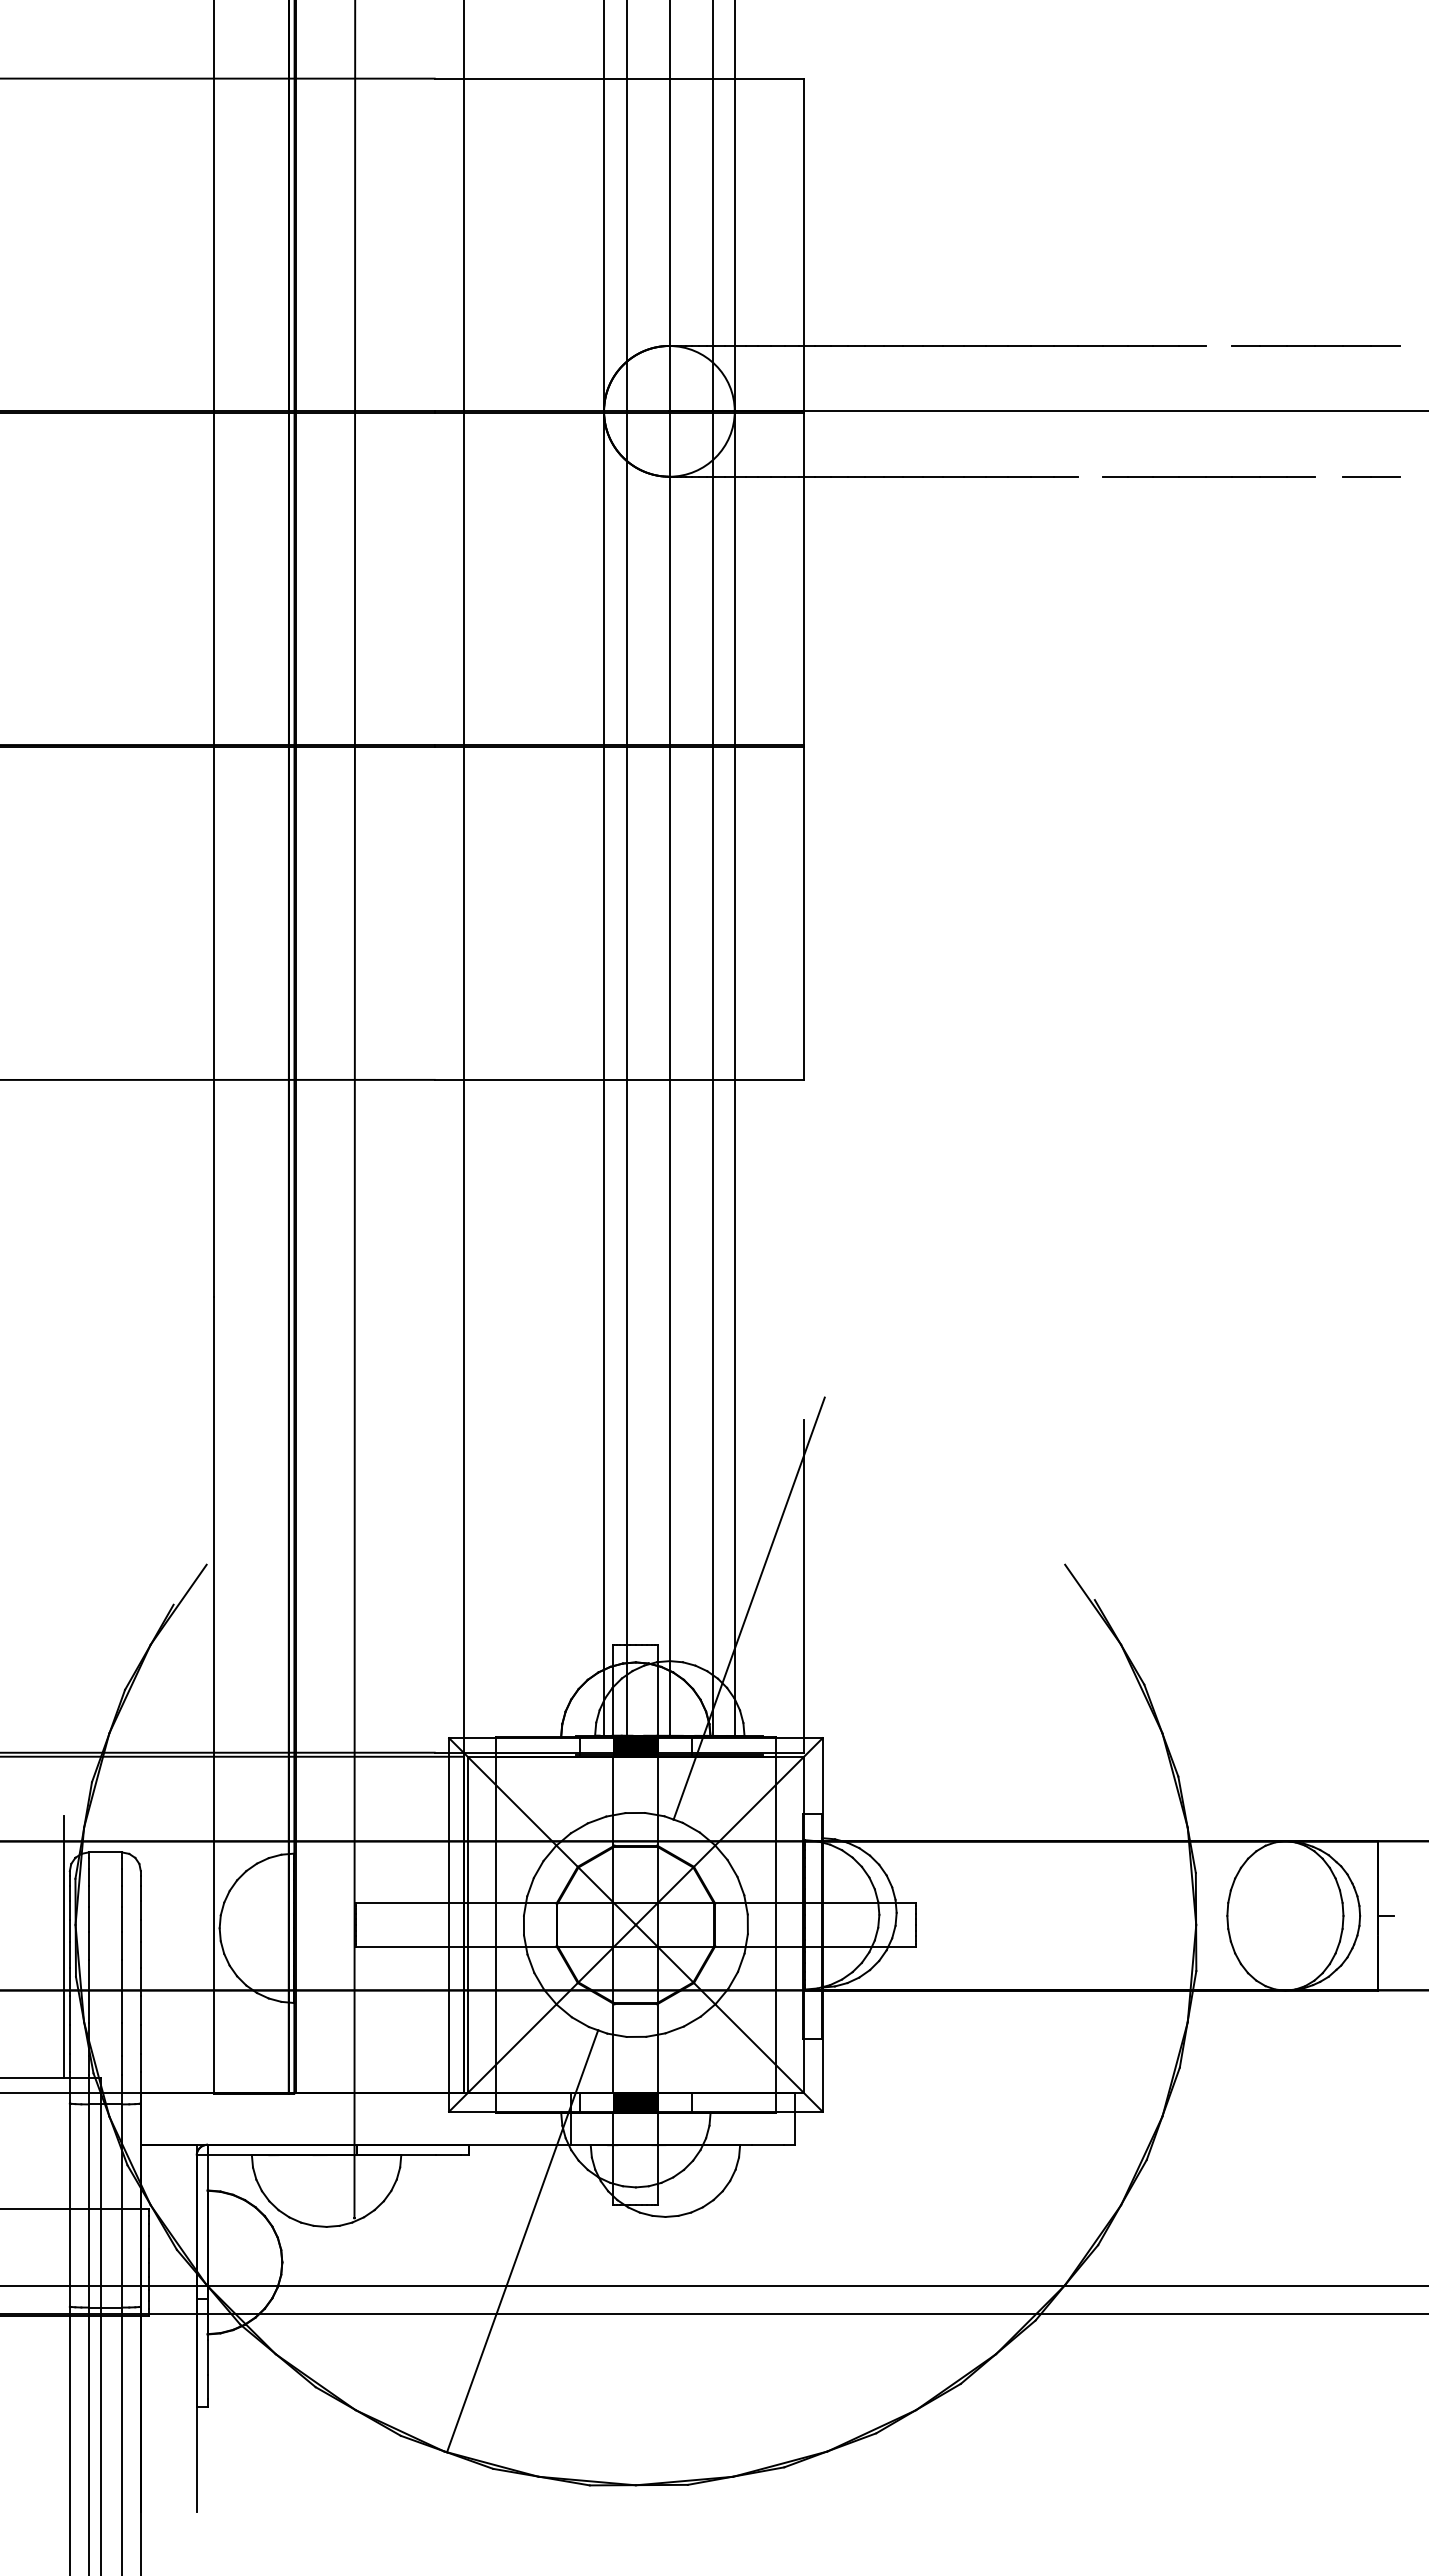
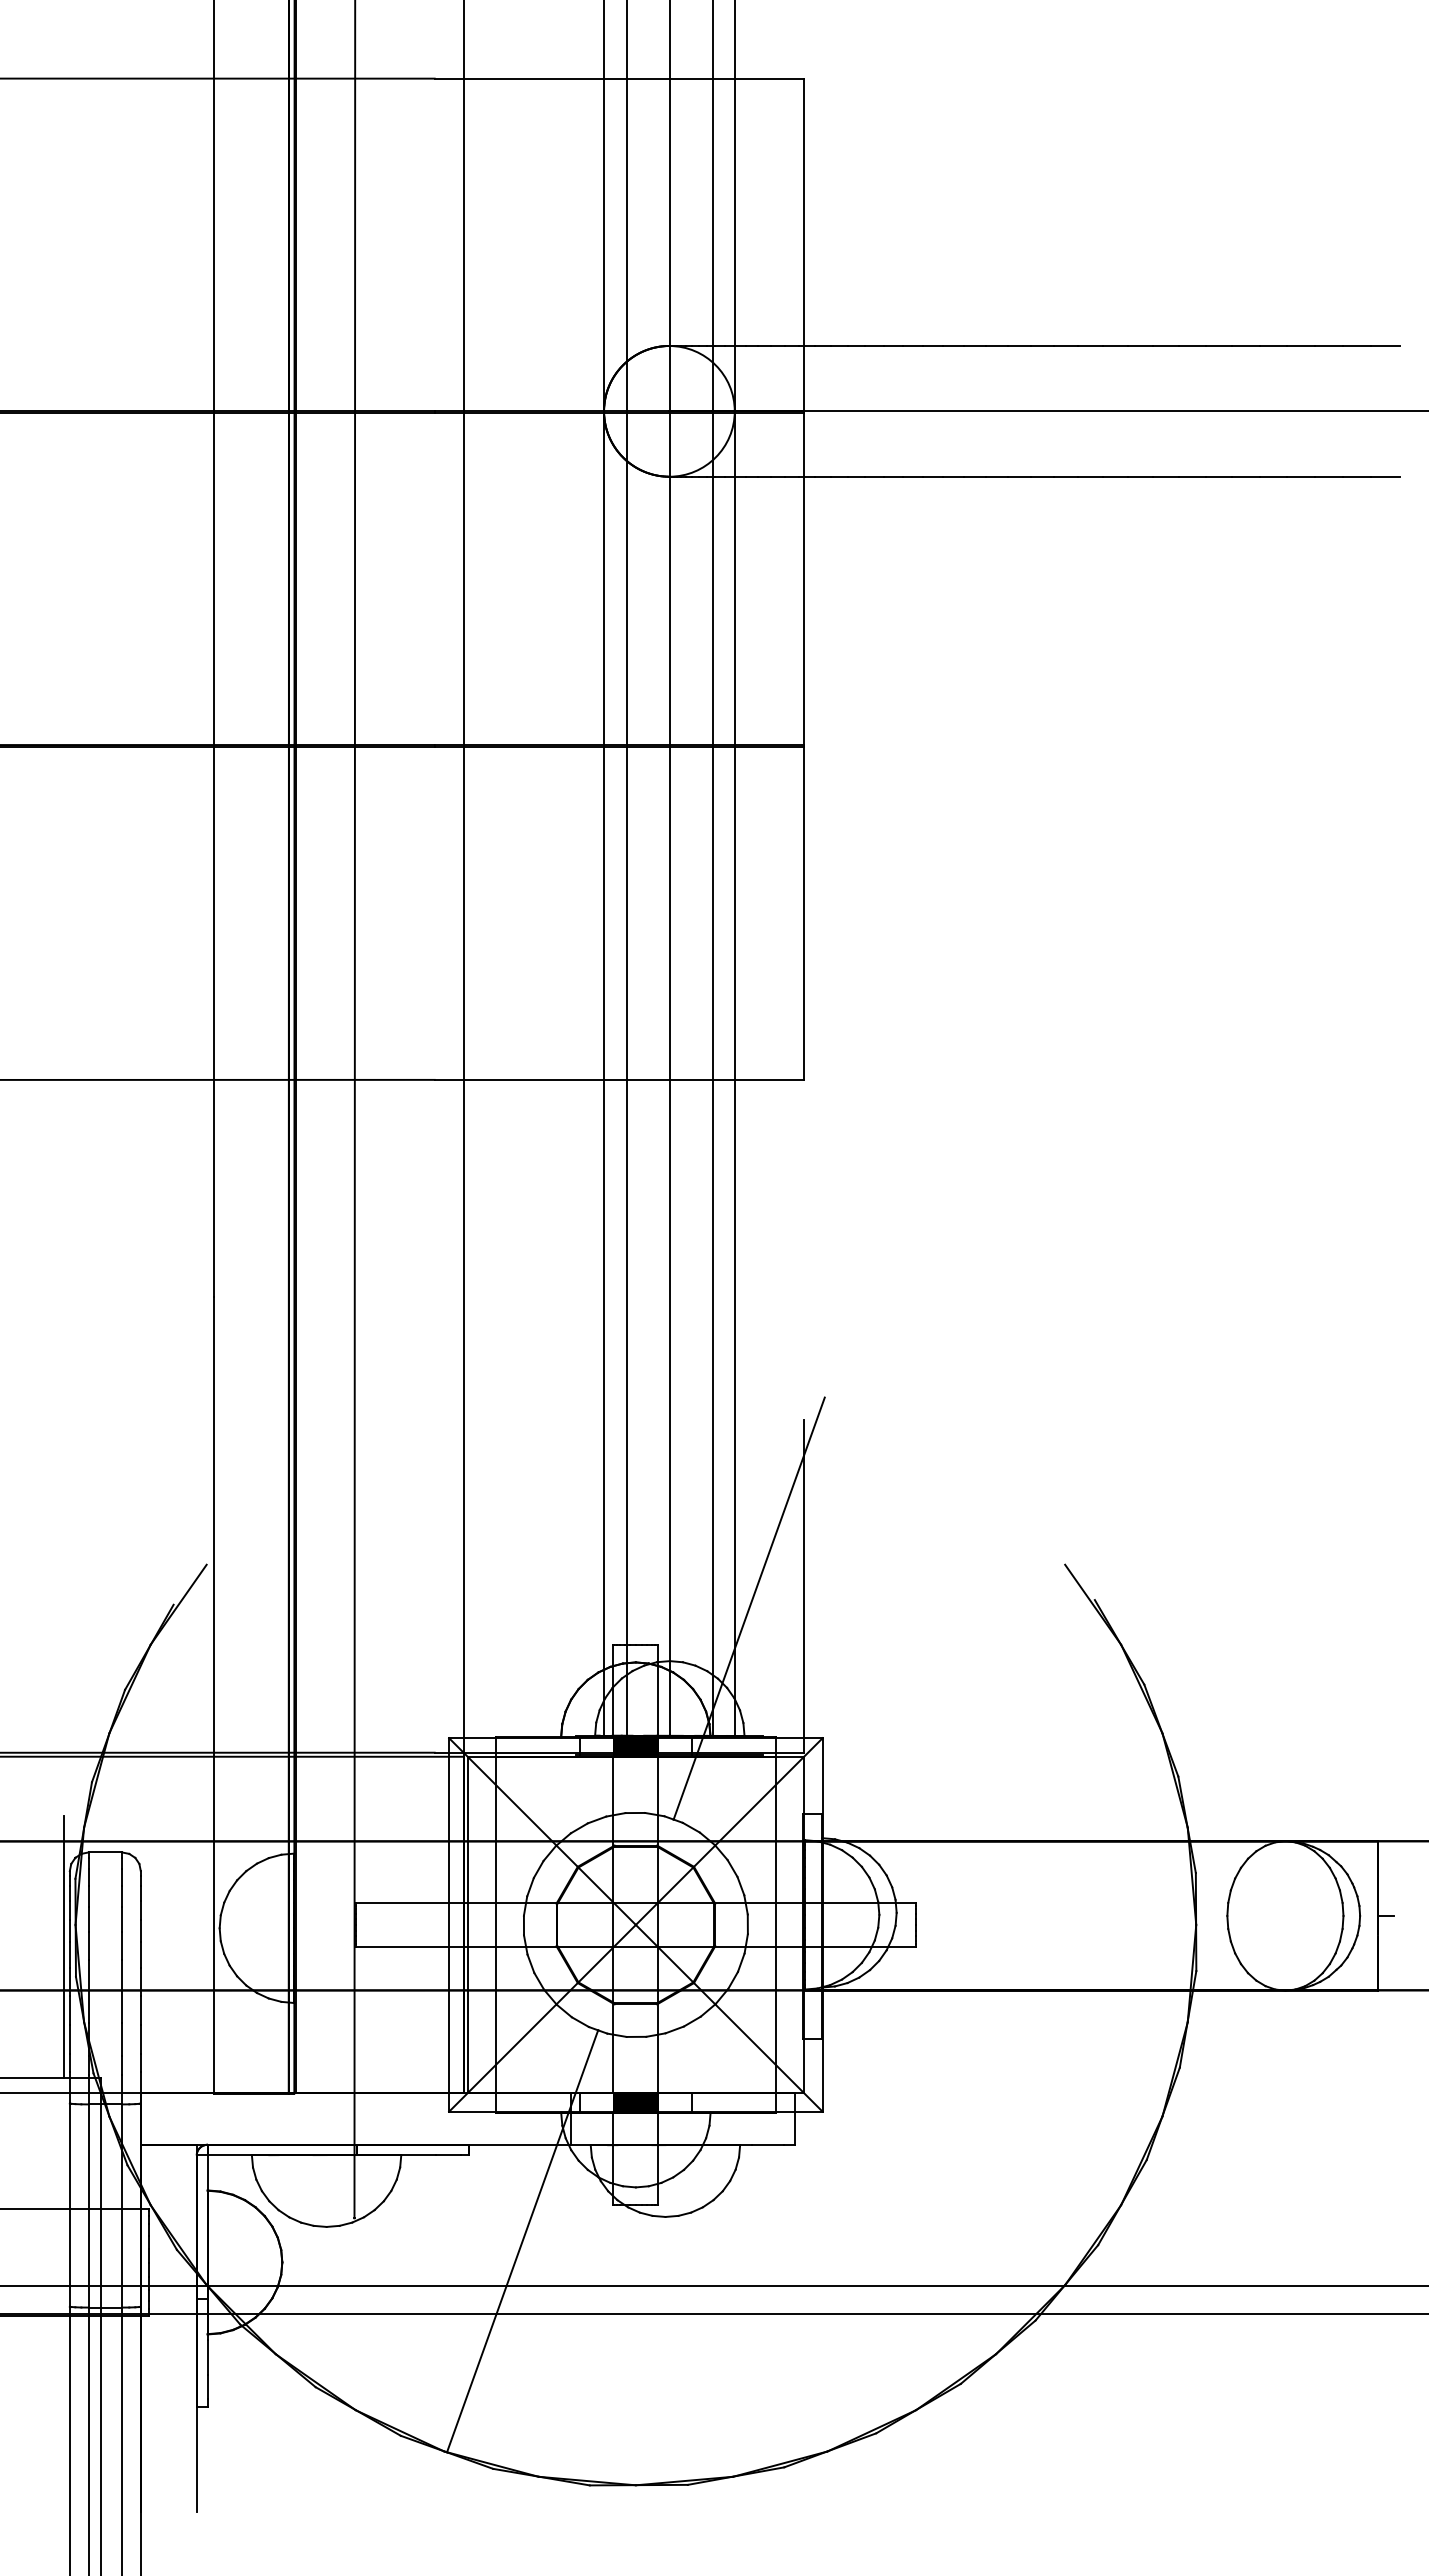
line at (1218, 346): none -> present
line at (1090, 476): none -> present
line at (1328, 476): none -> present
